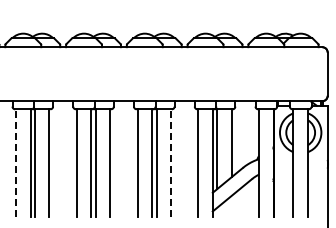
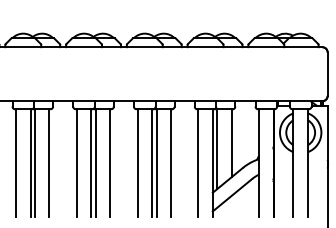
line at (16, 162): dashed -> solid
line at (170, 162): dashed -> solid
